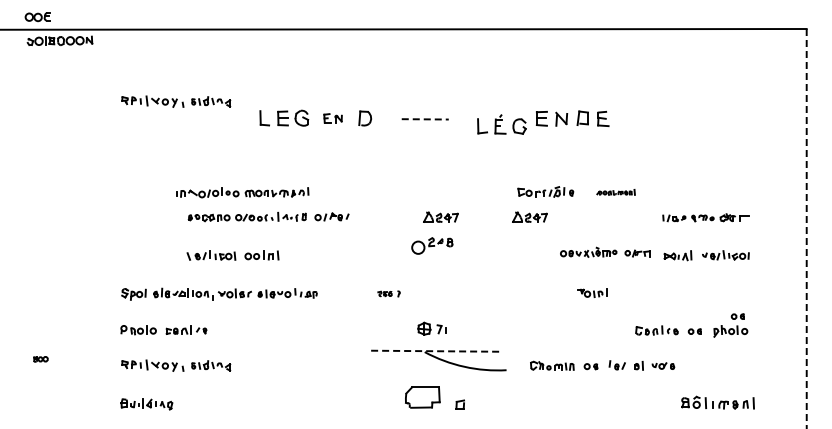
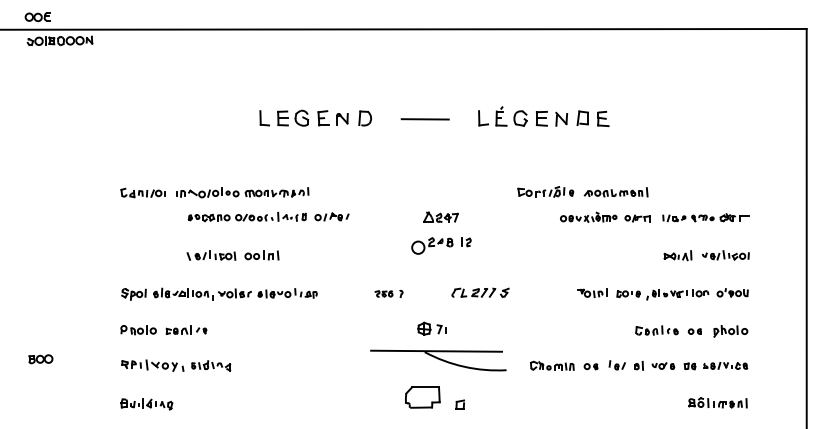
part at (176, 101): present -> none
part at (332, 118) size: 20x11 px -> 32x17 px
line at (425, 119): dashed -> solid
part at (501, 124) position: (501, 124) -> (502, 116)
part at (142, 192): none -> present
part at (615, 192) size: 40x7 px -> 66x11 px
part at (529, 216): present -> none
line at (806, 229): dashed -> solid
part at (466, 242): none -> present
part at (605, 251) position: (605, 251) -> (605, 216)
part at (480, 292): none -> present
part at (388, 293) size: 24x8 px -> 30x8 px
part at (682, 294): none -> present
part at (737, 316): present -> none
line at (437, 351): dashed -> solid
part at (40, 359) size: 16x7 px -> 26x11 px
part at (715, 366): none -> present
part at (717, 402) size: 74x15 px -> 60x12 px
